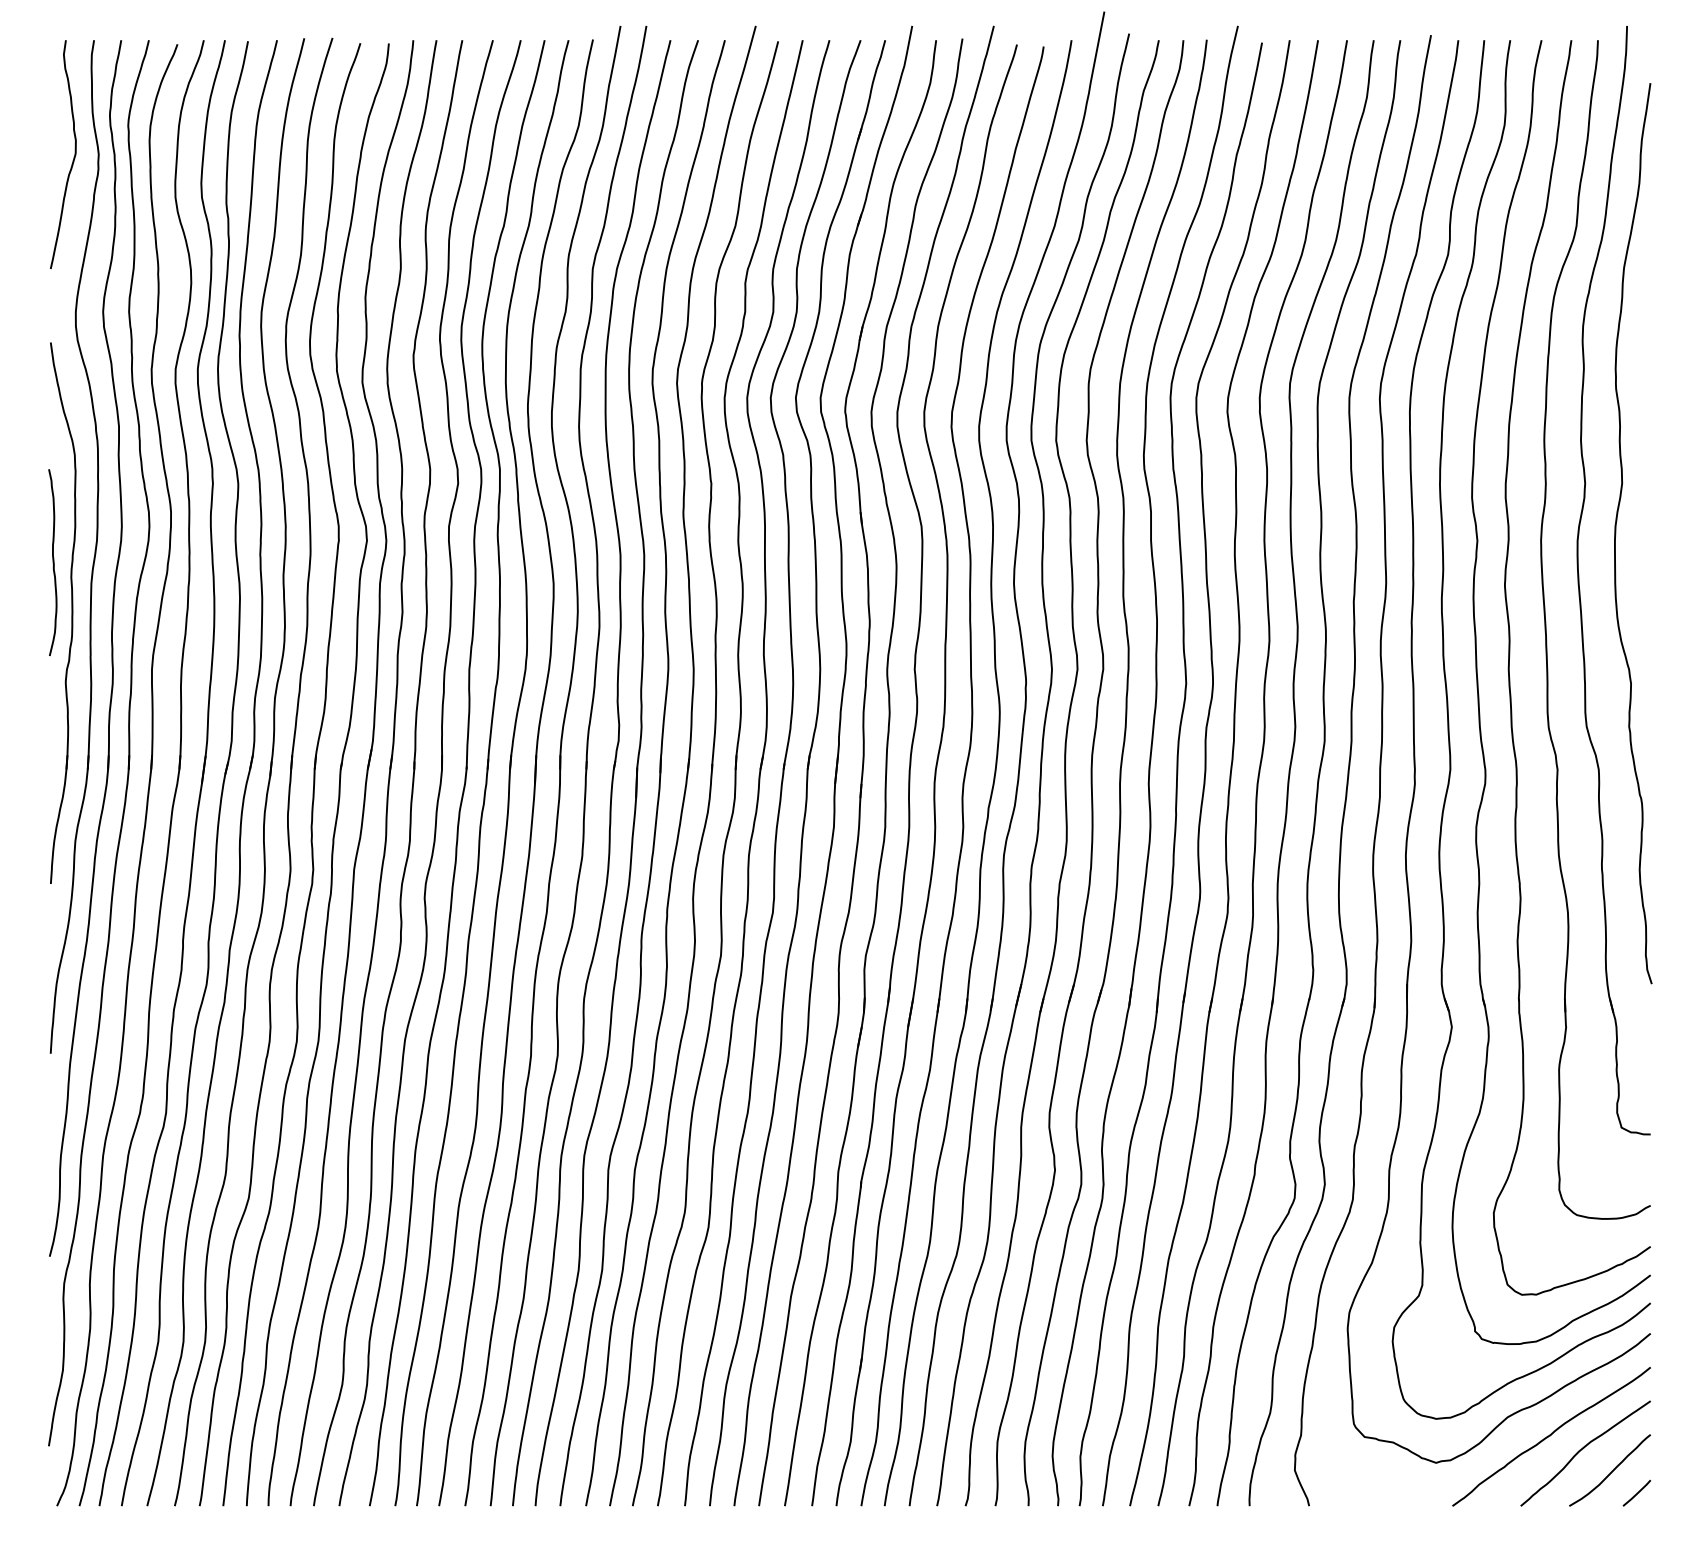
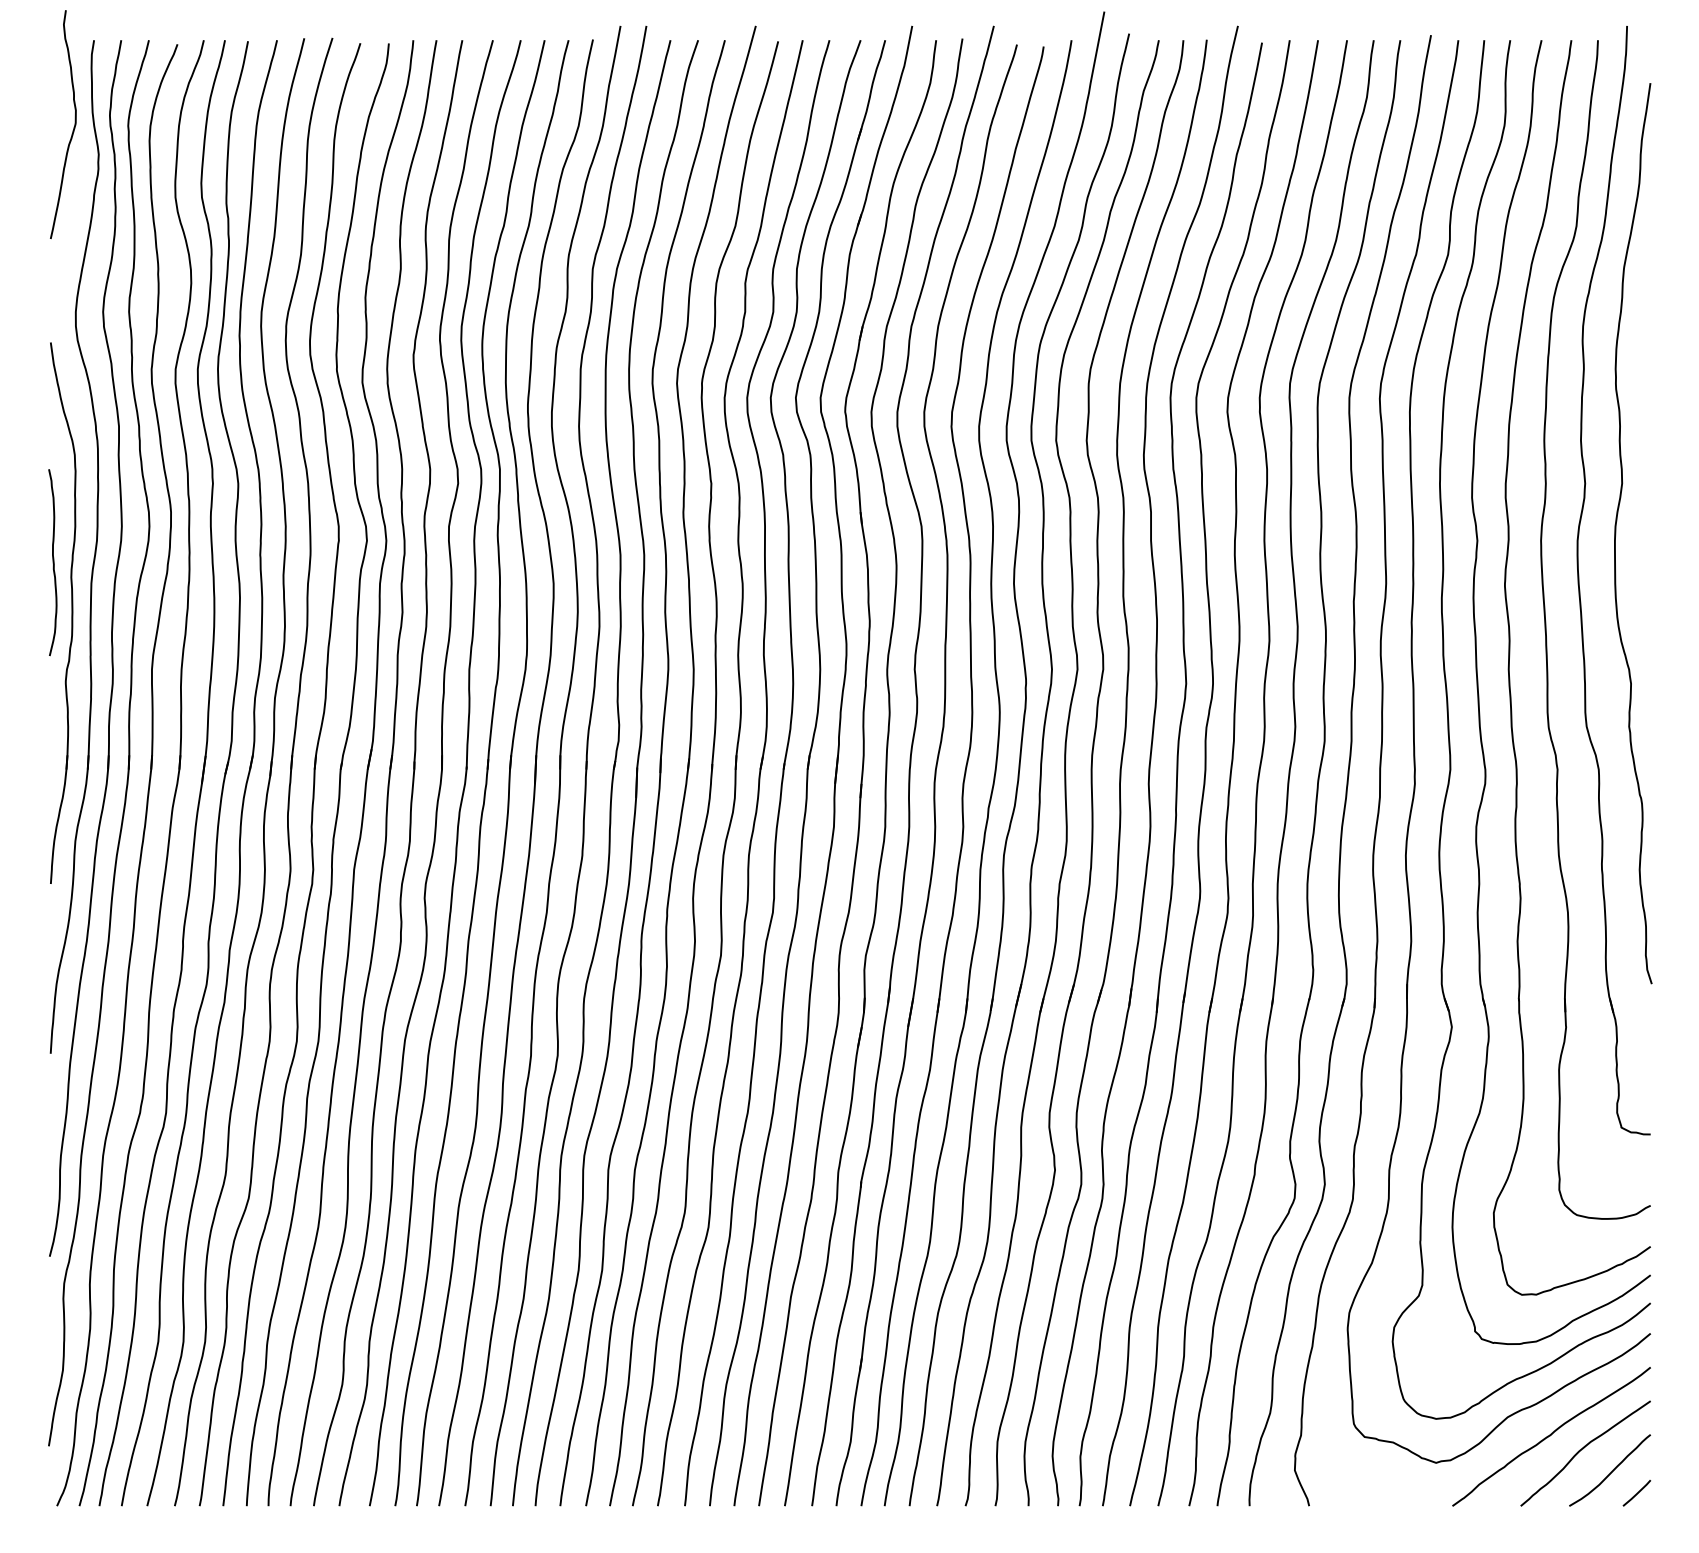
curve at (73, 157) position: (73, 157) -> (73, 127)
